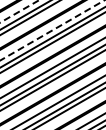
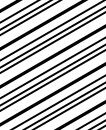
line at (20, 11): dashed -> solid
line at (52, 30): dashed -> solid
